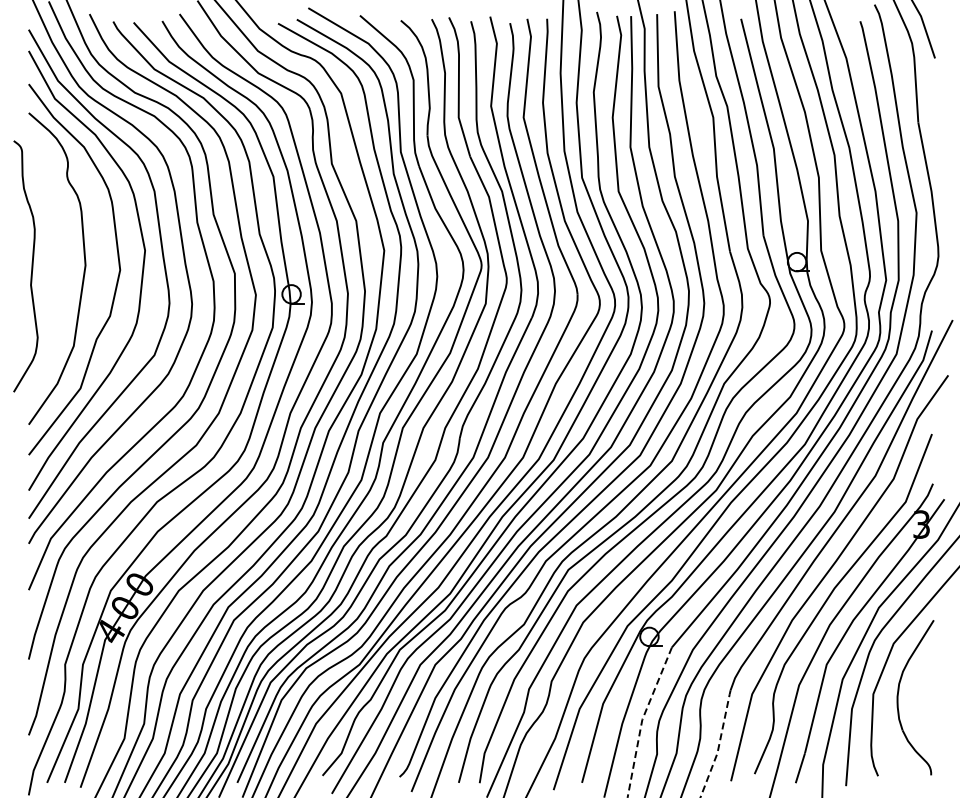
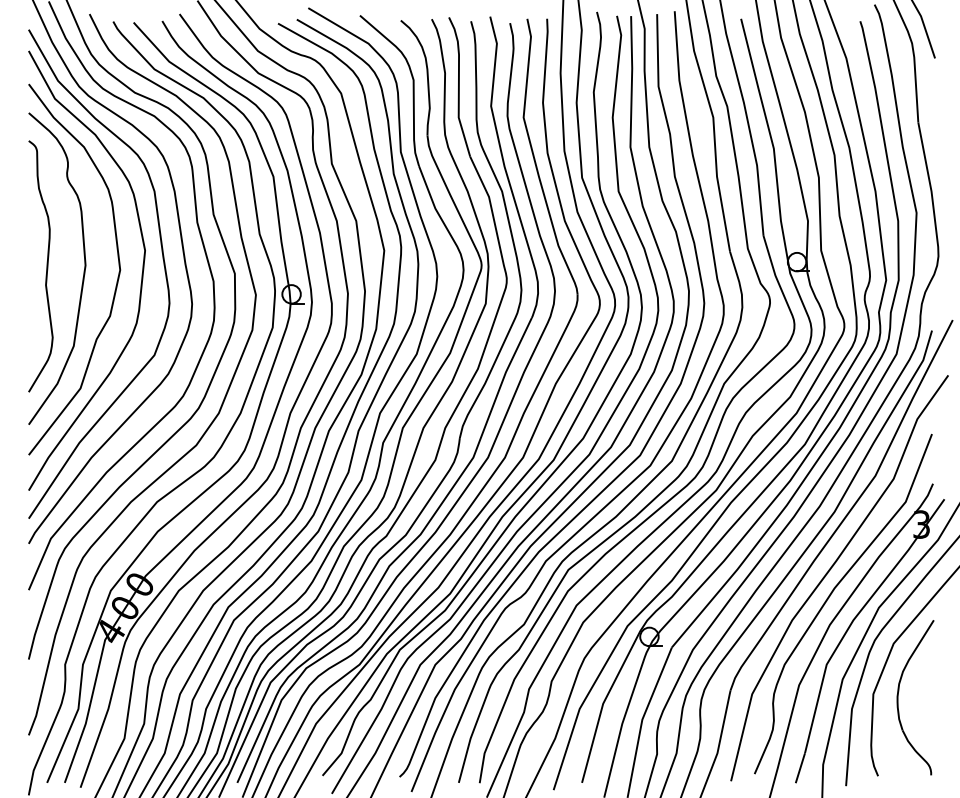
curve at (31, 266) position: (31, 266) -> (46, 266)
line at (642, 719): dashed -> solid
line at (719, 744): dashed -> solid
